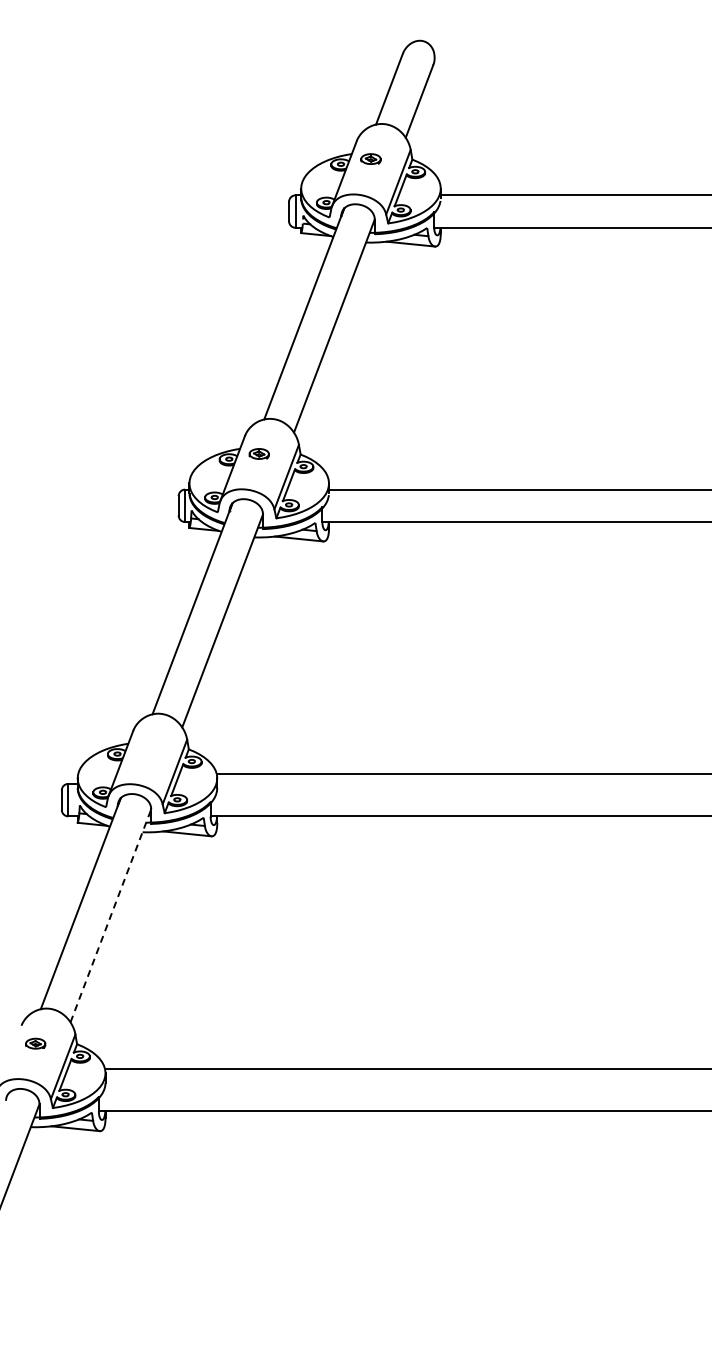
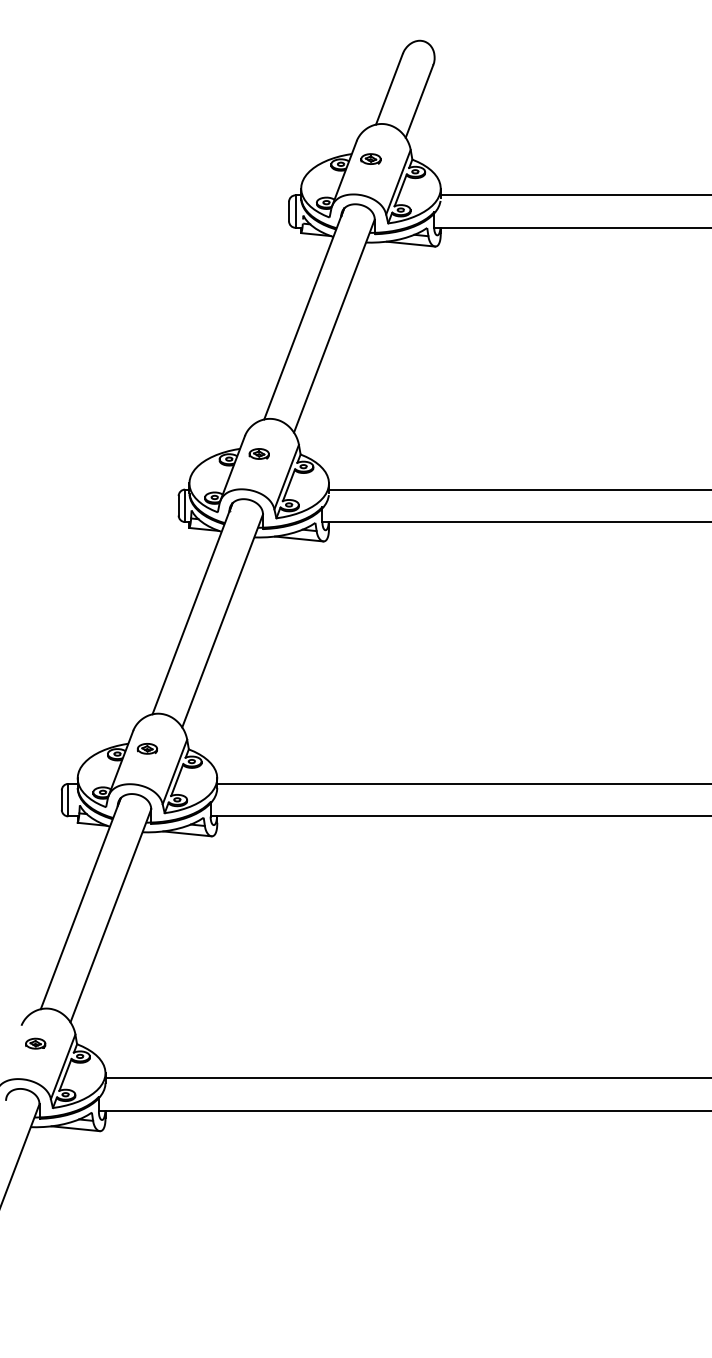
part at (146, 748): none -> present
line at (462, 773) position: (462, 773) -> (462, 783)
line at (110, 915): dashed -> solid
line at (406, 1069) position: (406, 1069) -> (406, 1078)
